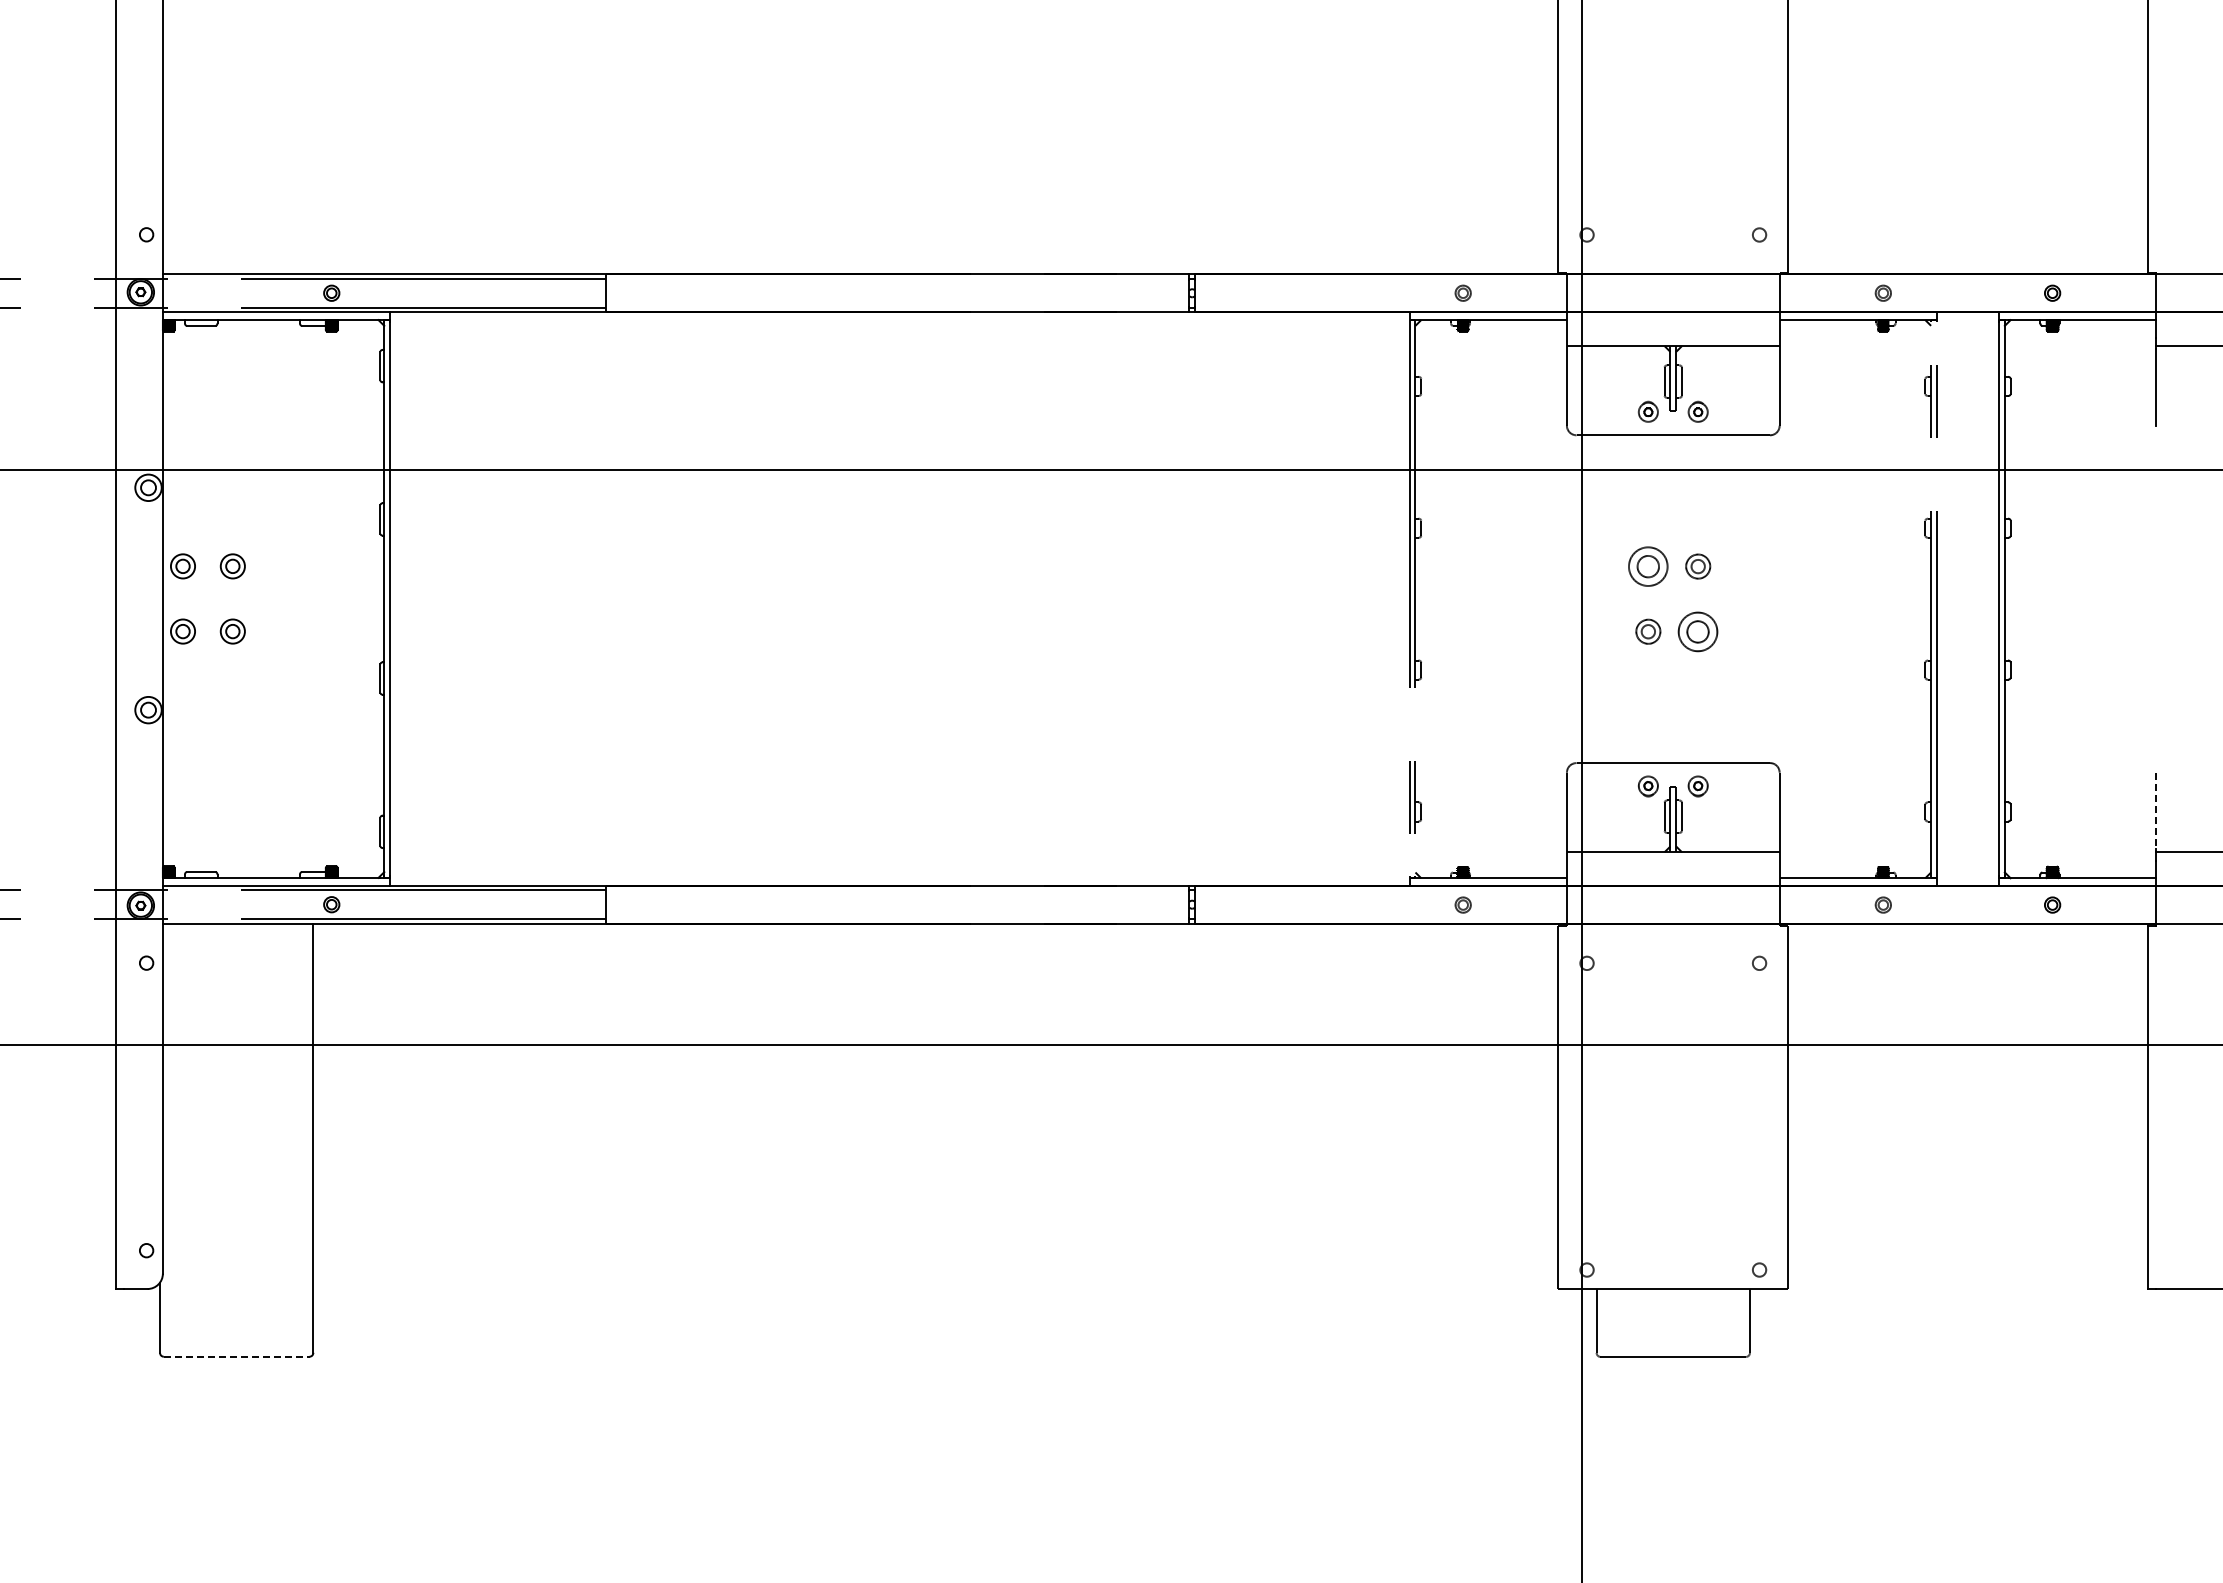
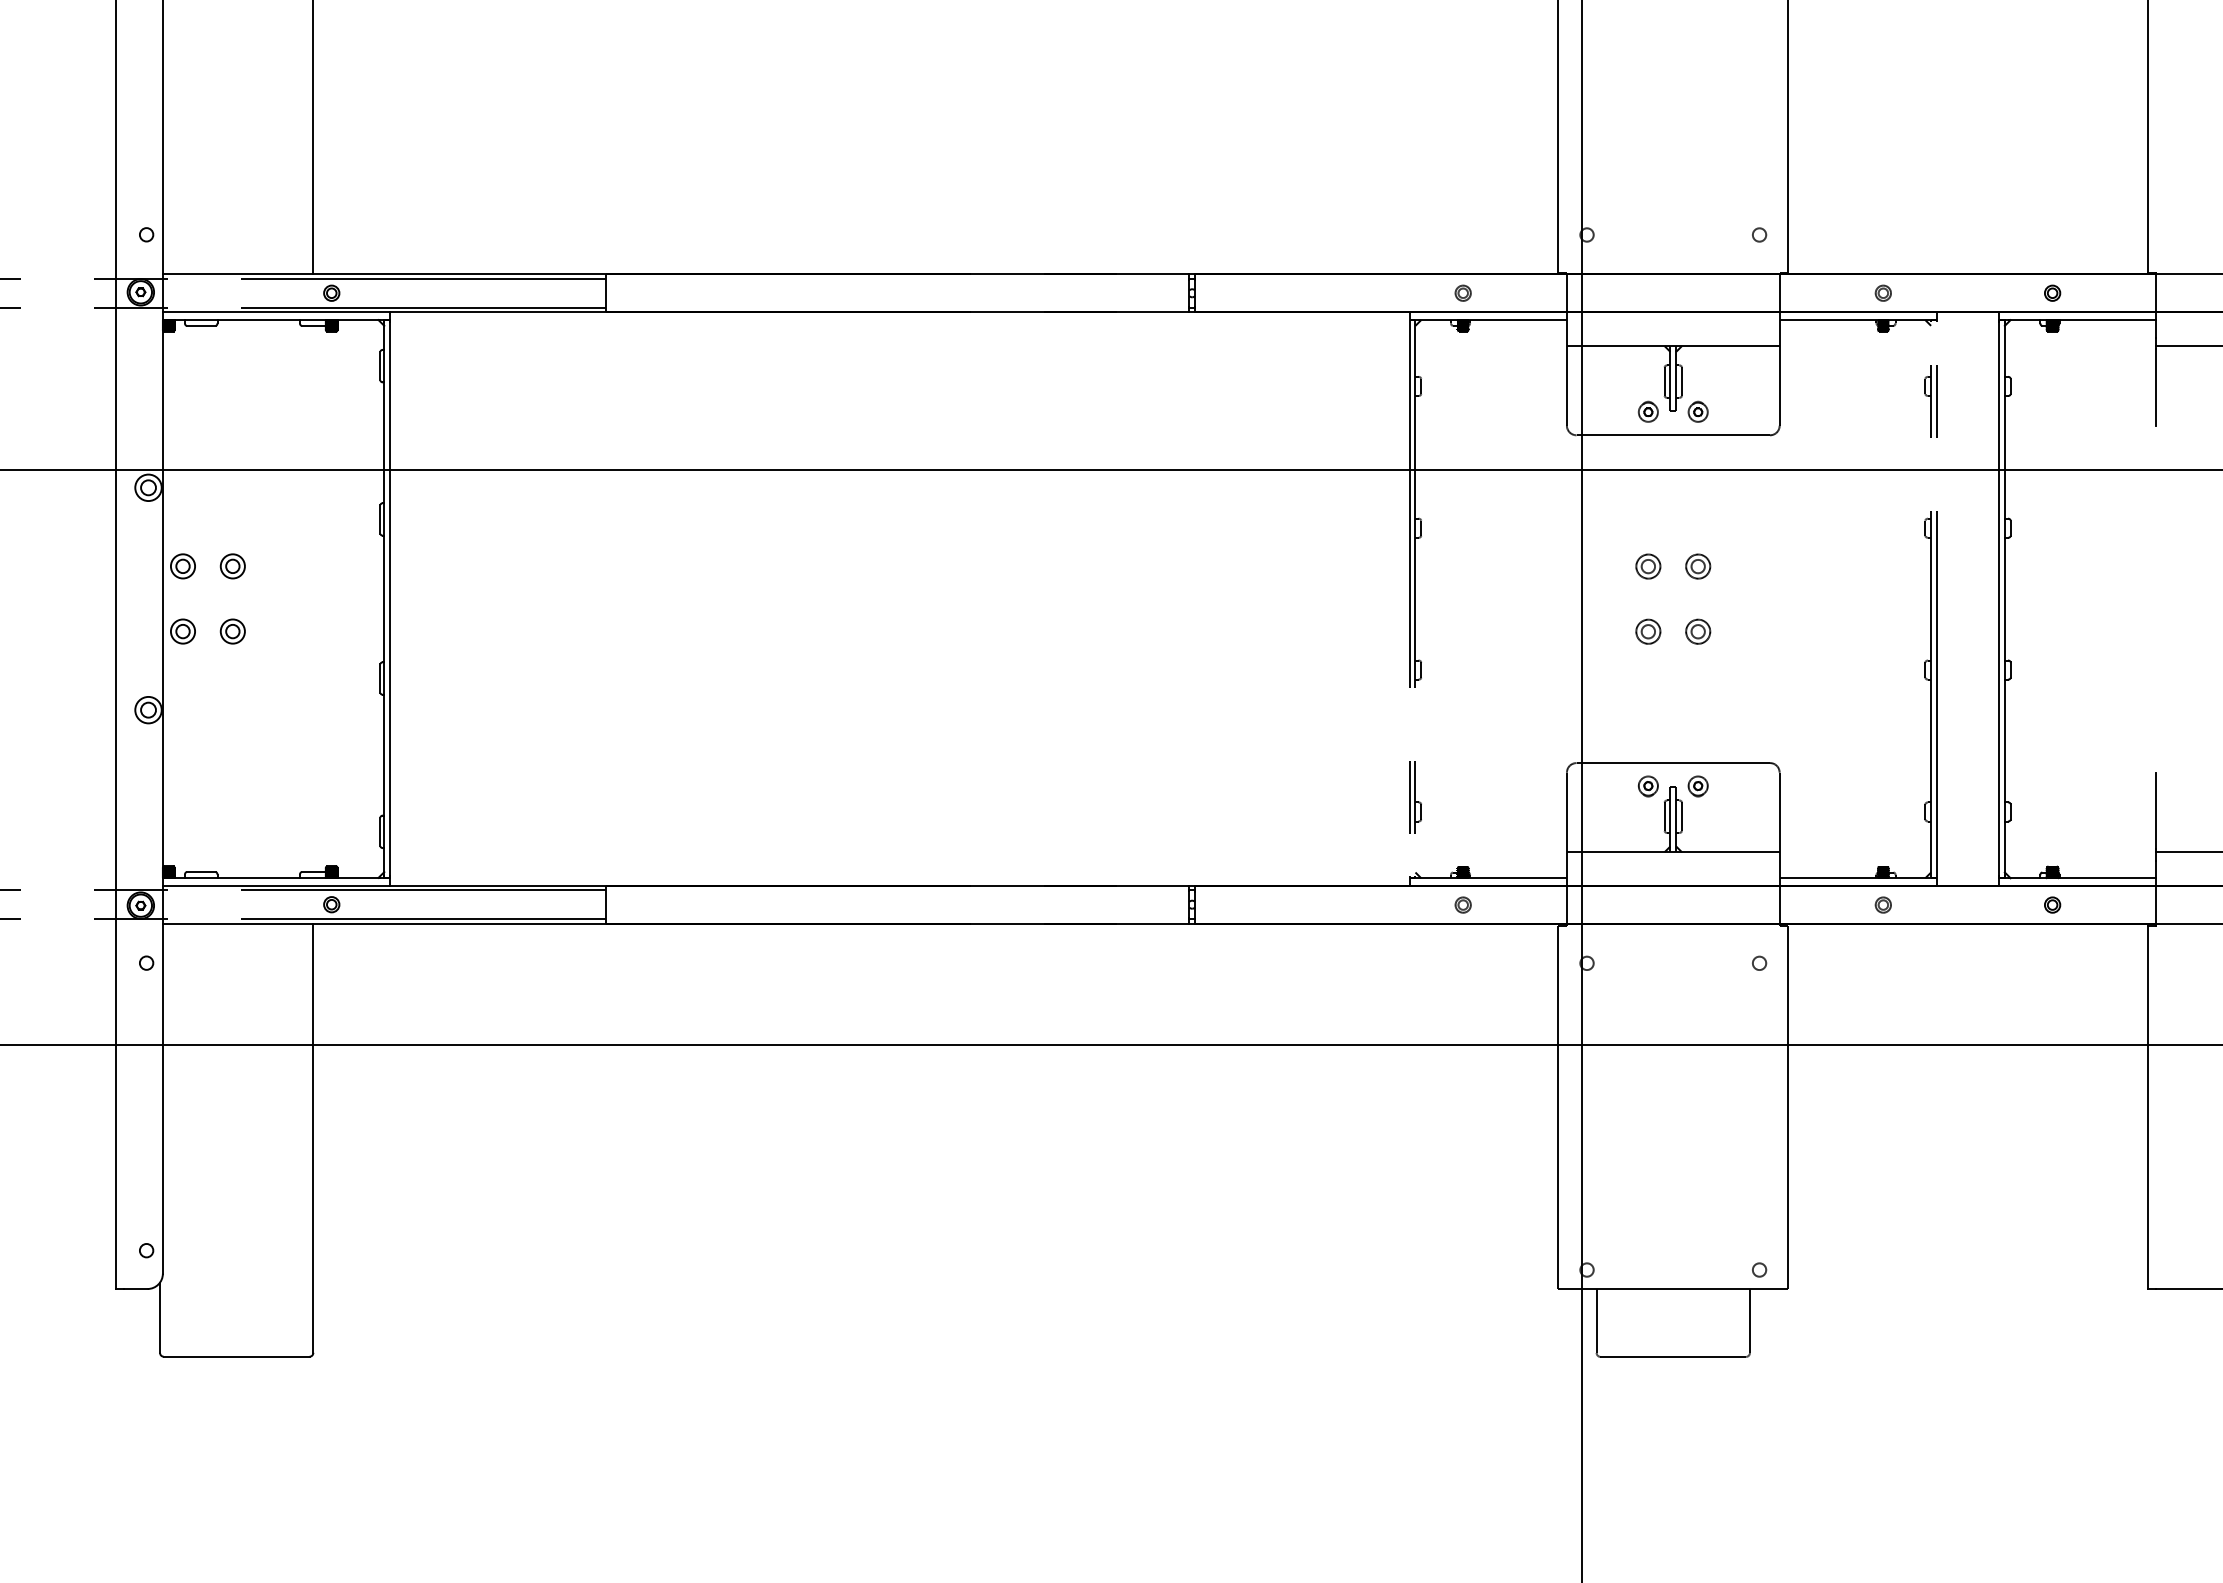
line at (313, 138): none -> present
part at (1648, 566) size: 41x41 px -> 27x27 px
part at (1697, 631) size: 42x42 px -> 27x27 px
line at (2156, 811): dashed -> solid
line at (236, 1356): dashed -> solid
